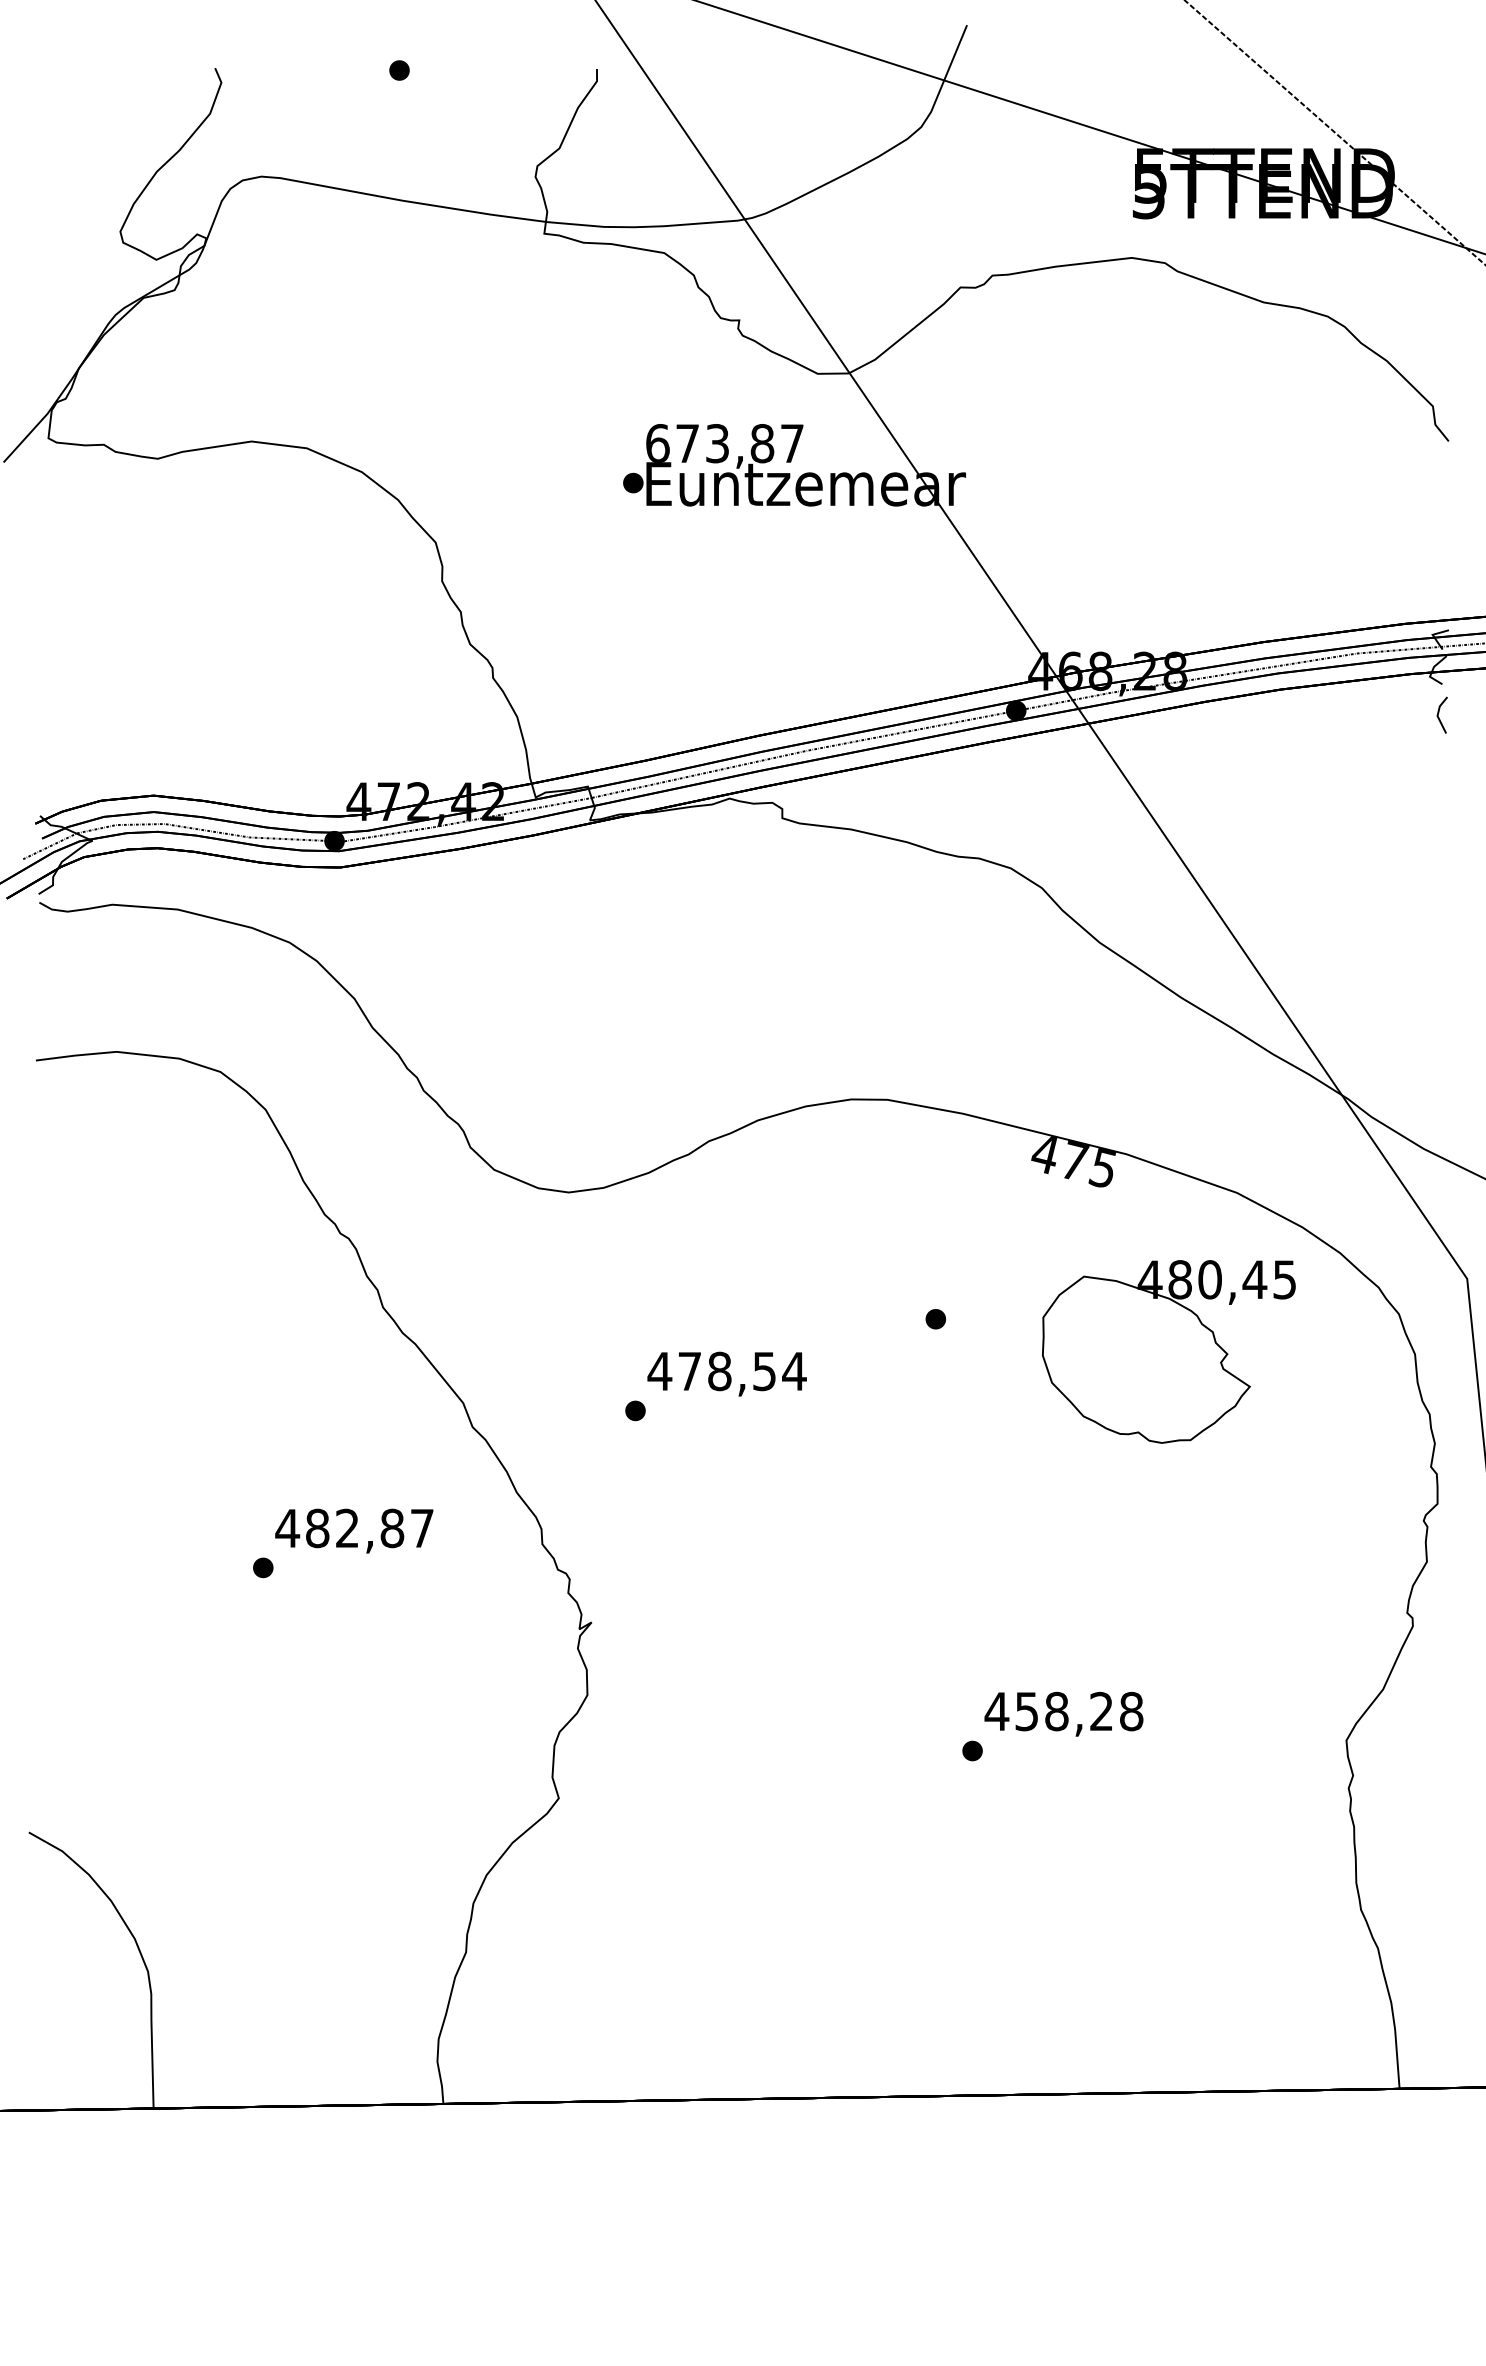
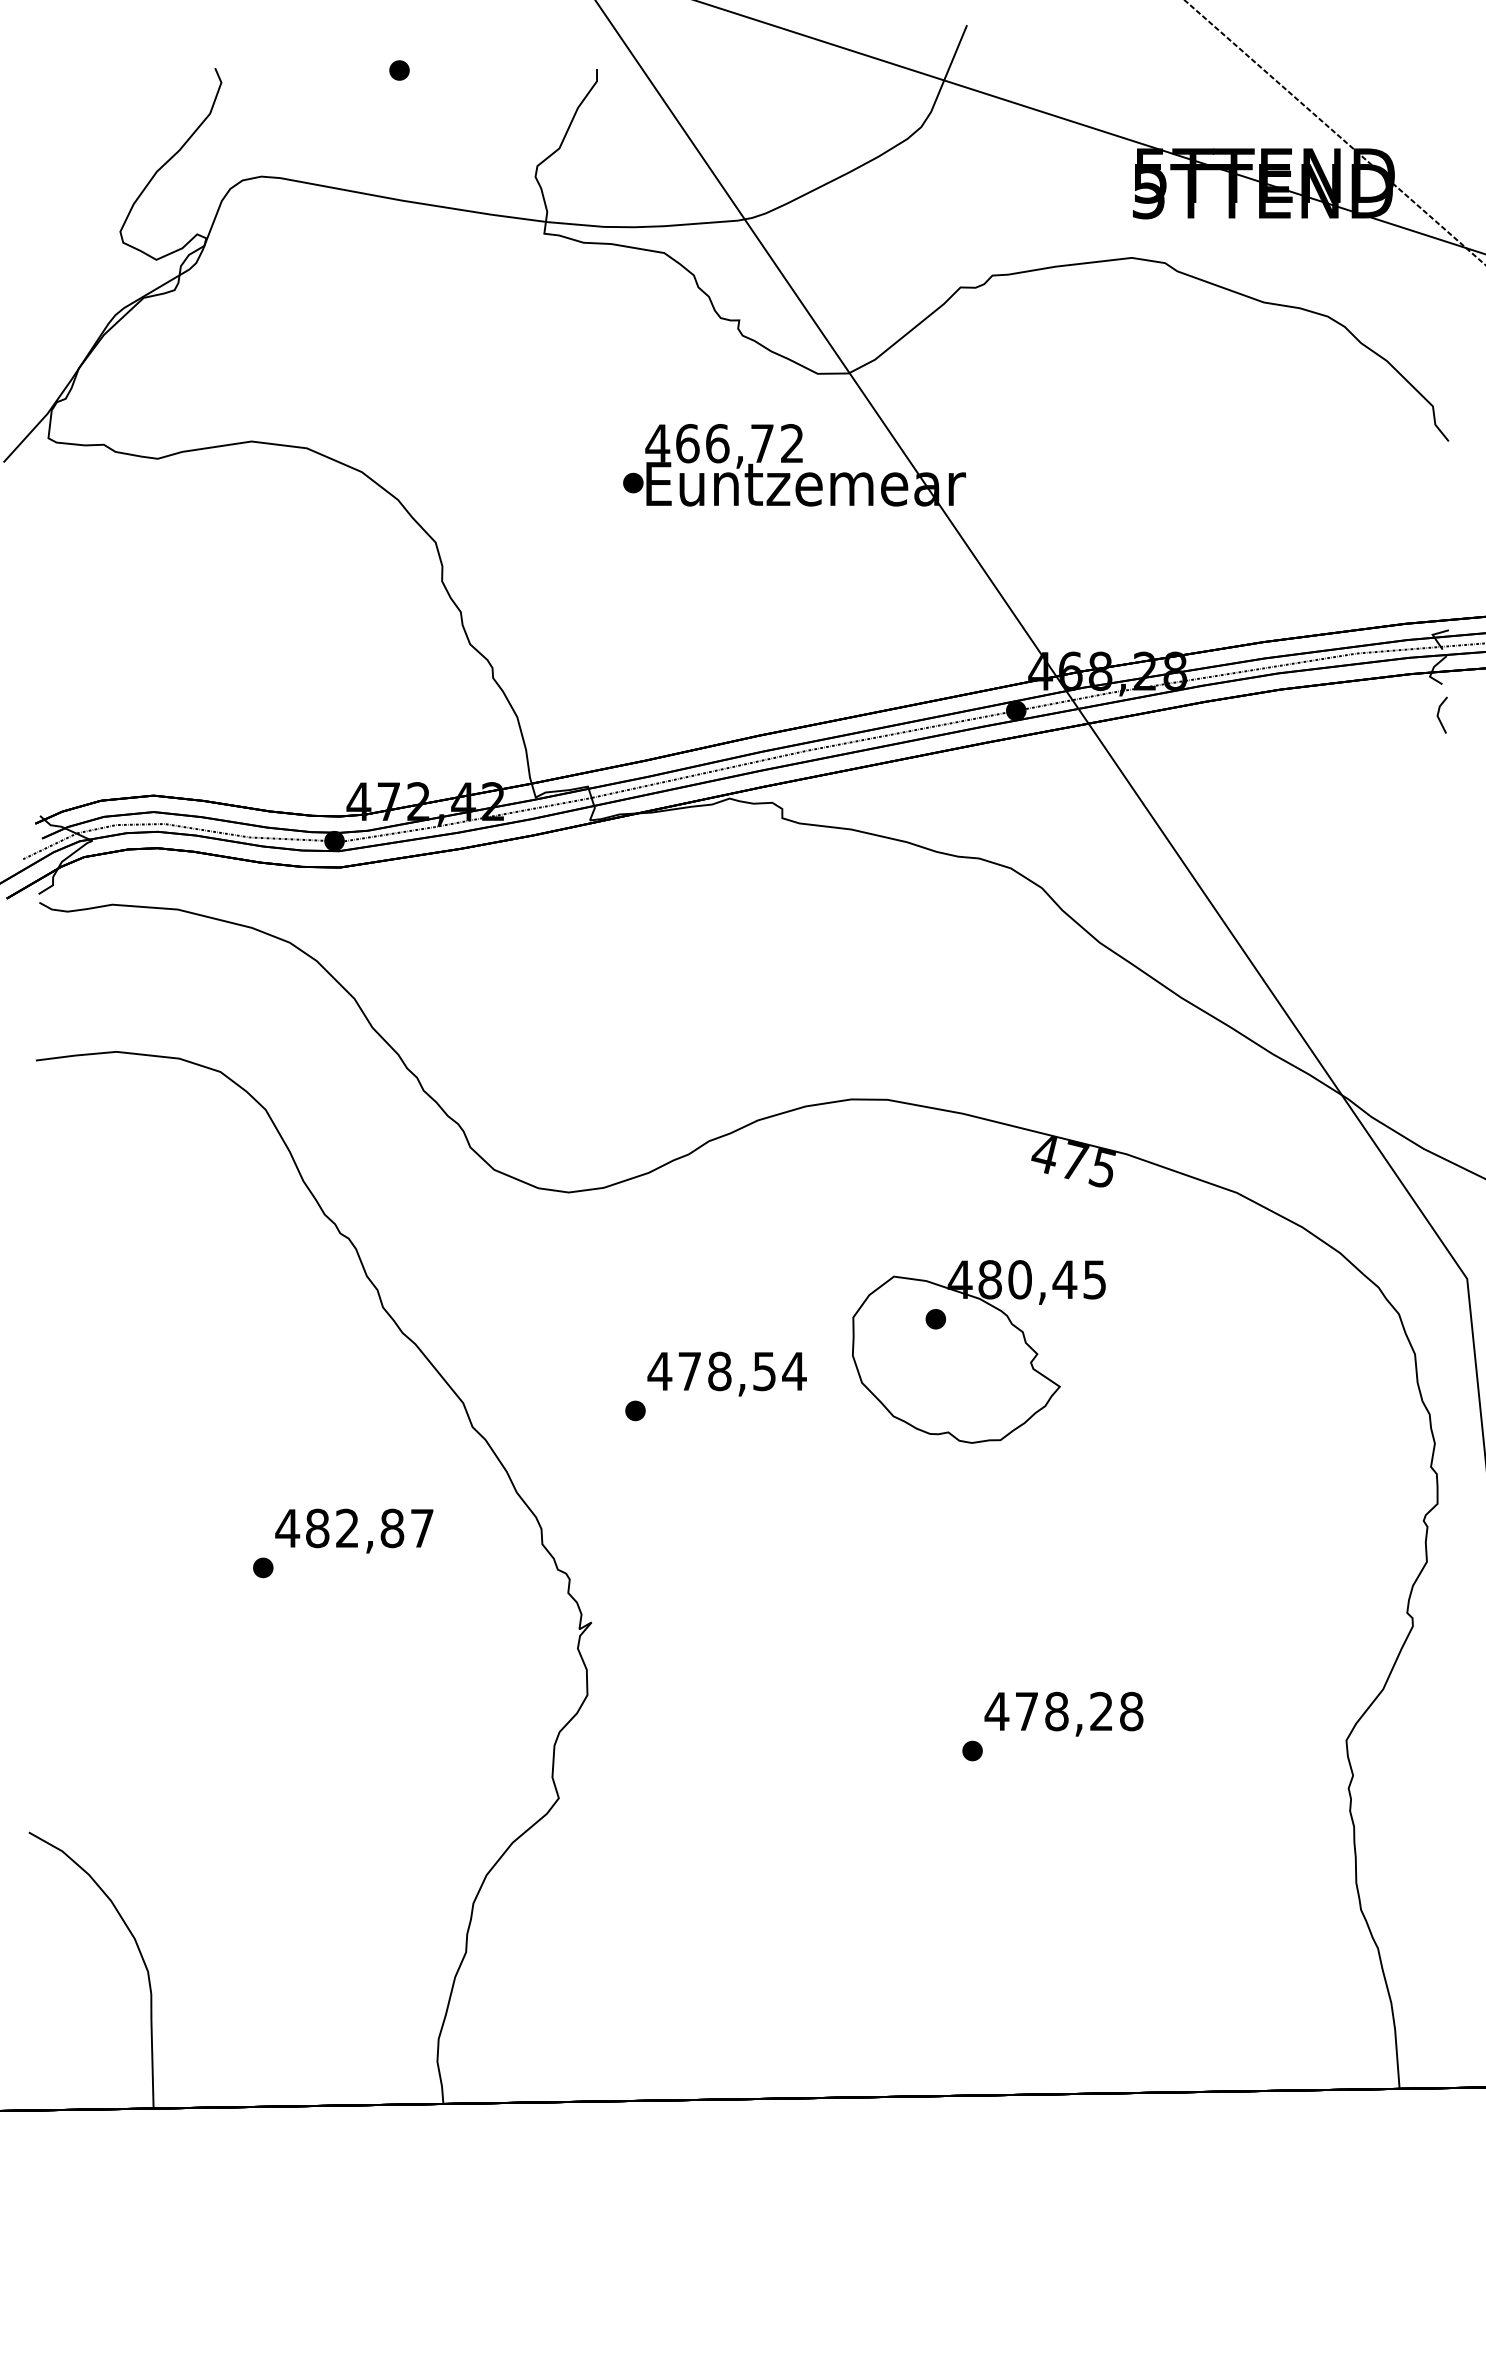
text at (724, 443): 673,87 -> 466,72
part at (1168, 1351) position: (1168, 1351) -> (978, 1351)
text at (1026, 1711): 458,28 -> 478,28
